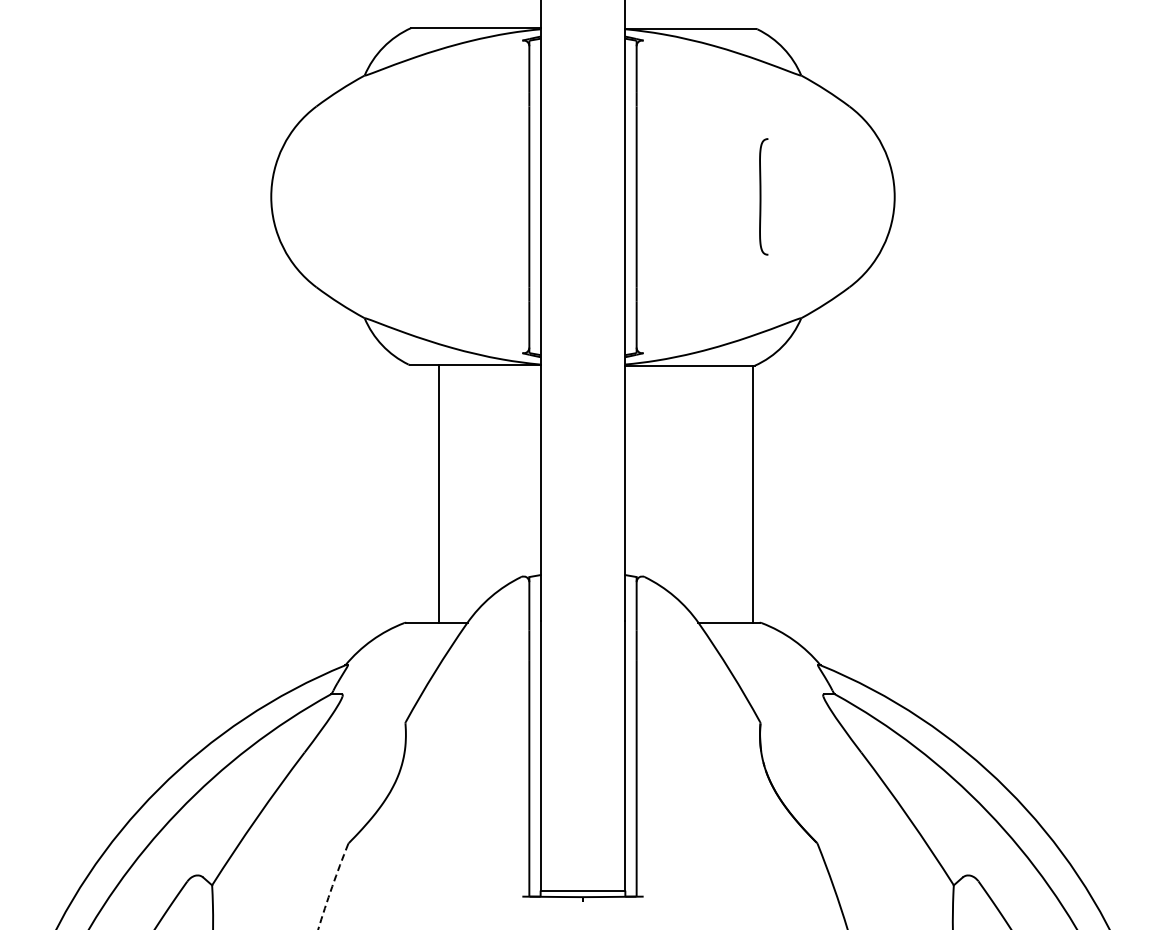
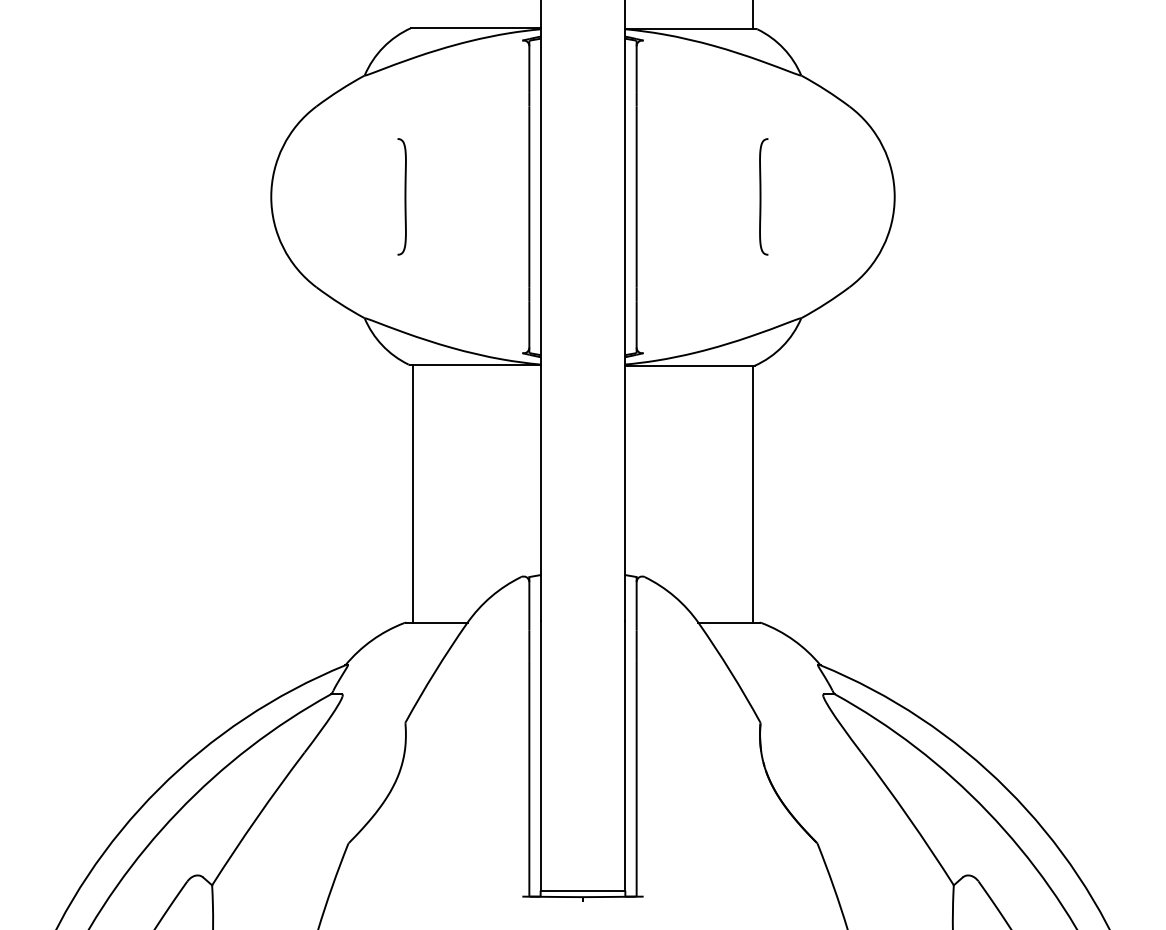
line at (753, 15): none -> present
curve at (404, 196): none -> present
line at (438, 493) position: (438, 493) -> (412, 493)
arc at (332, 886): dashed -> solid
